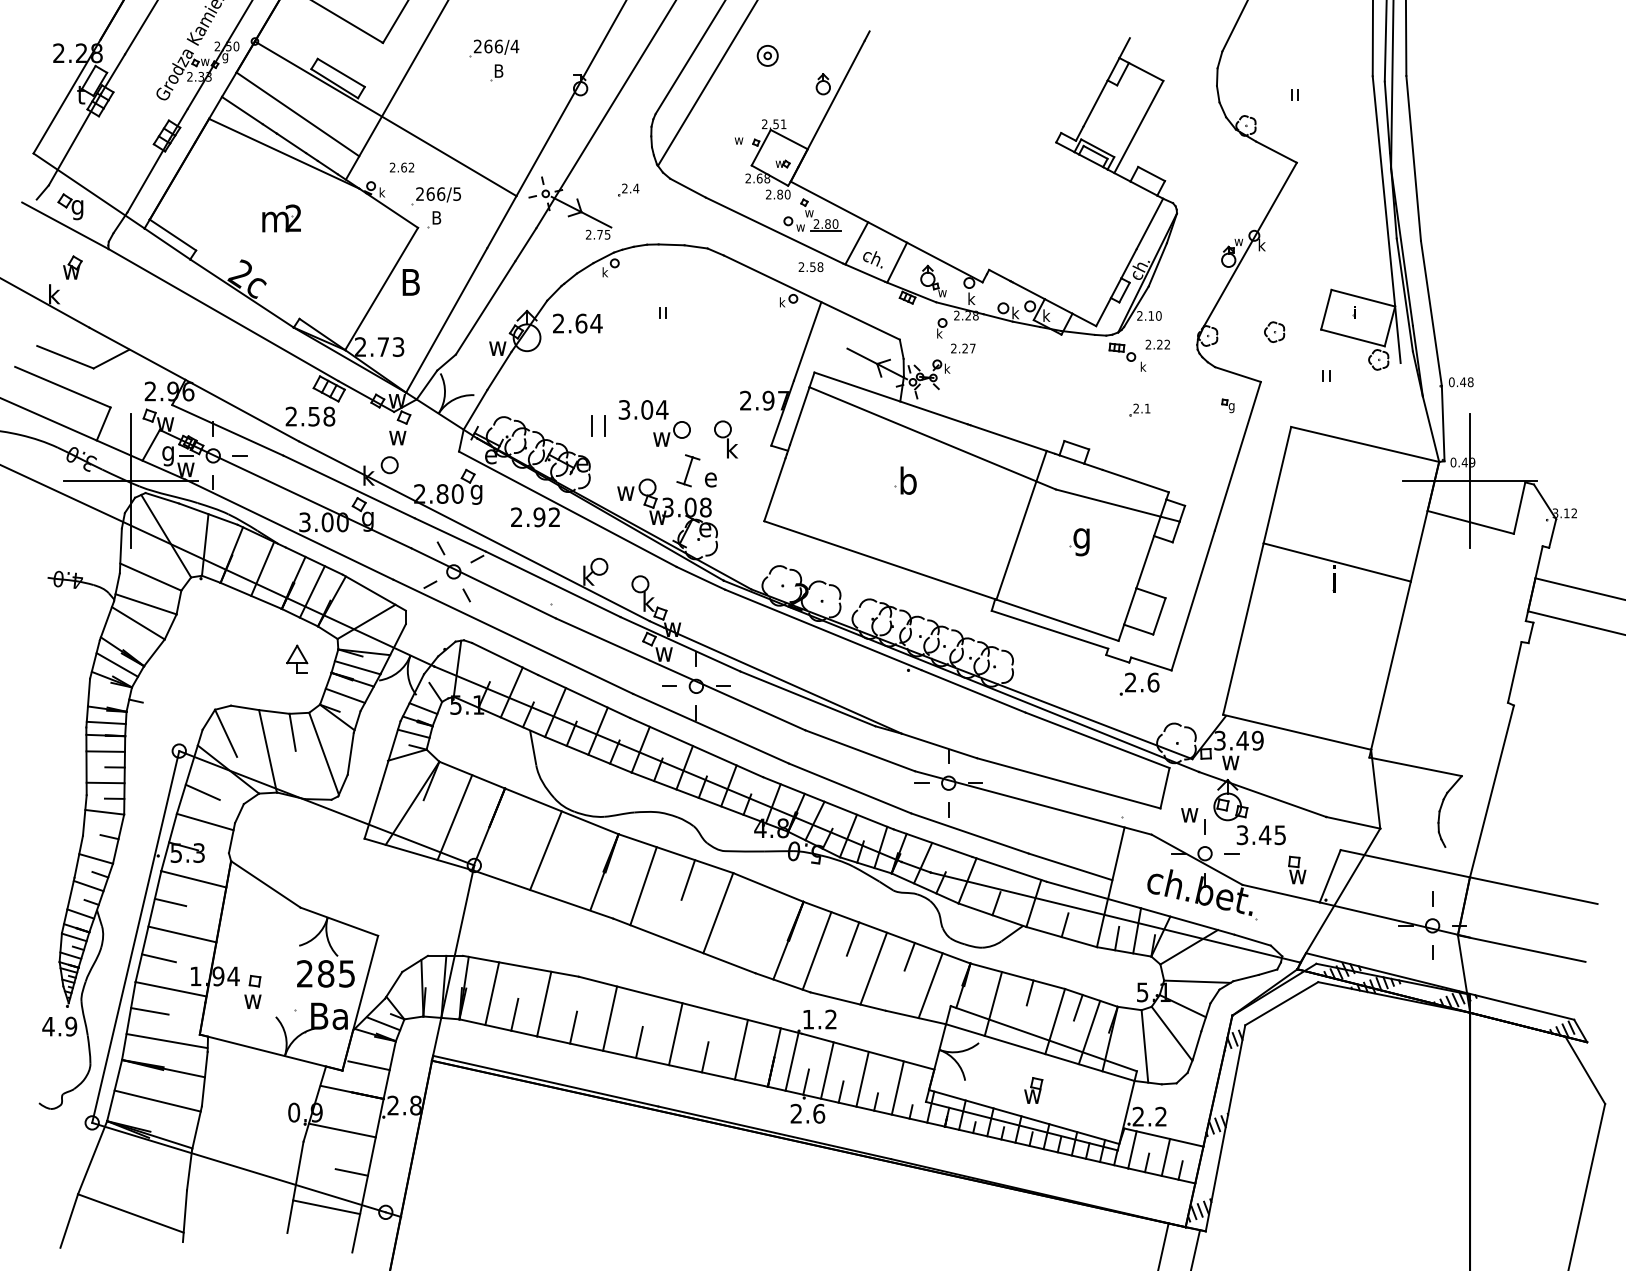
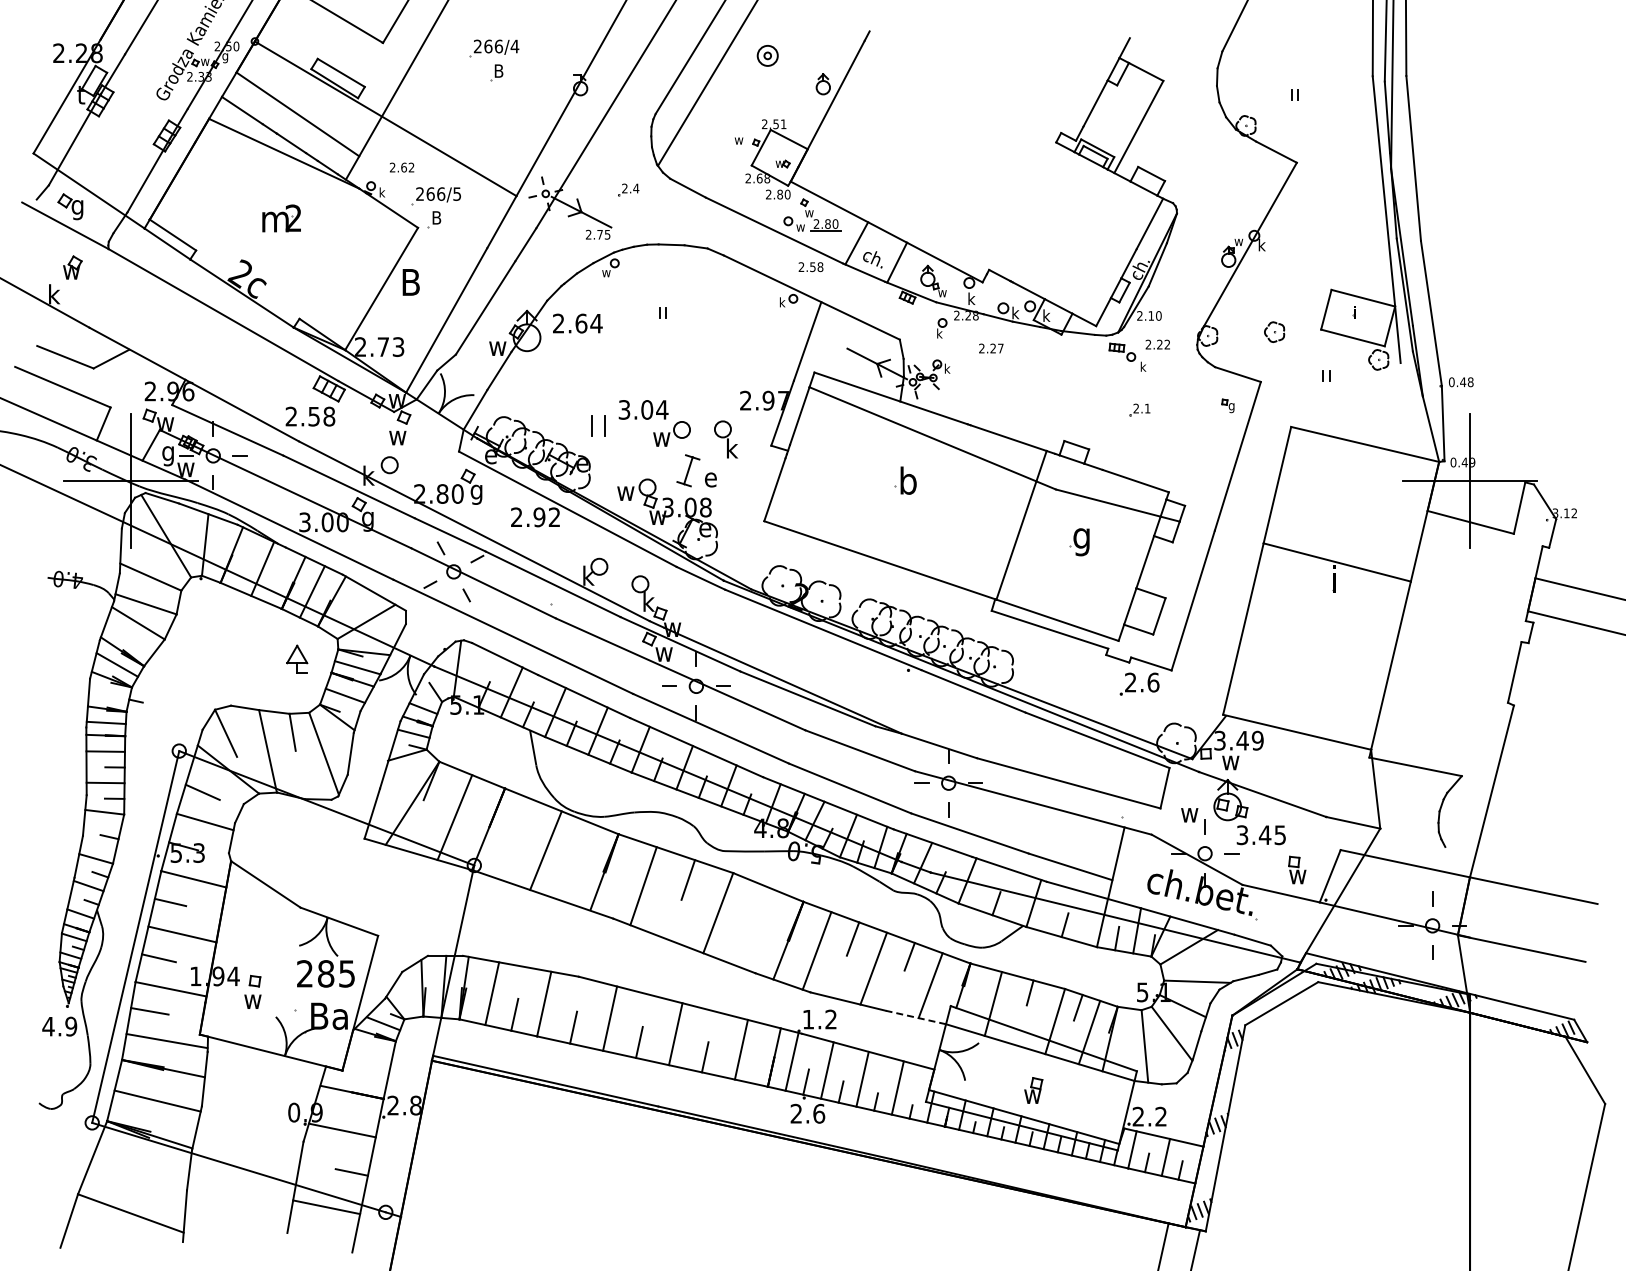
text at (606, 272): k -> w
text at (963, 348) position: (963, 348) -> (991, 348)
line at (915, 1017): solid -> dashed
line at (368, 1065): present -> none
